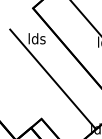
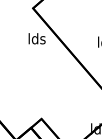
line at (85, 17): present -> none
line at (52, 78): present -> none
